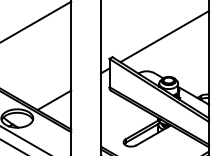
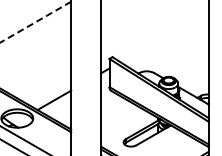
line at (35, 22): solid -> dashed
line at (164, 36): present -> none
